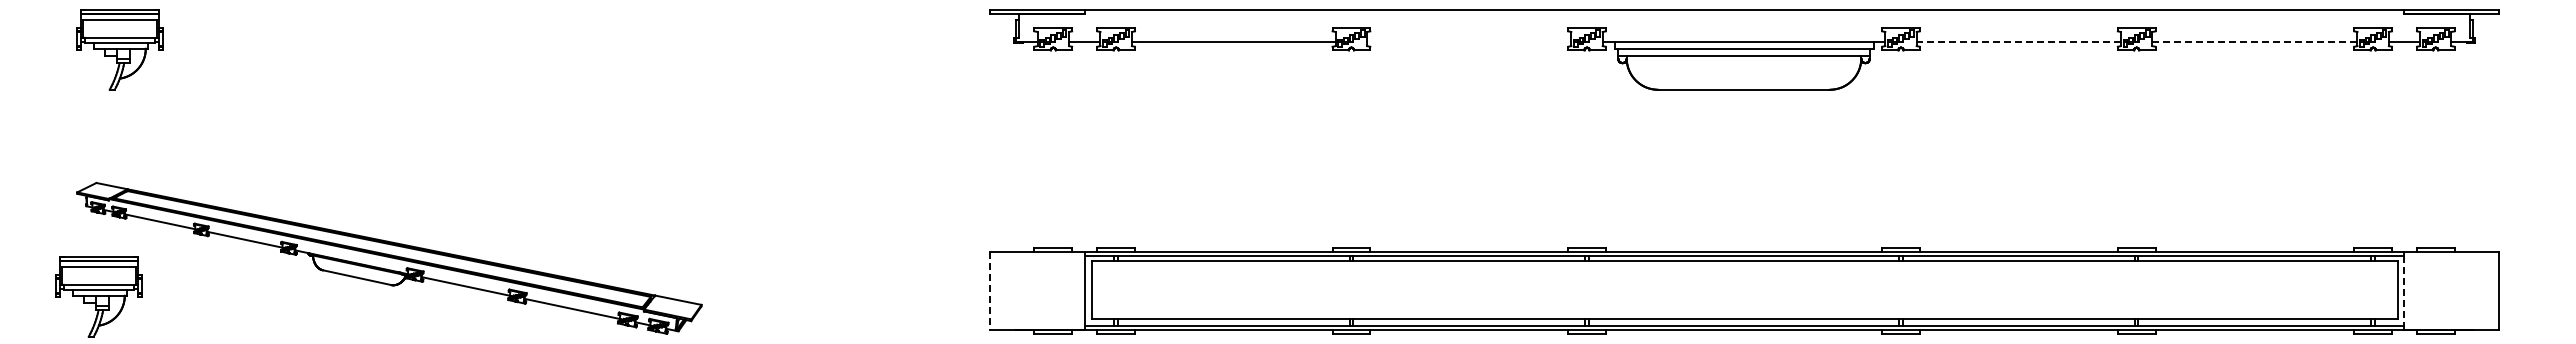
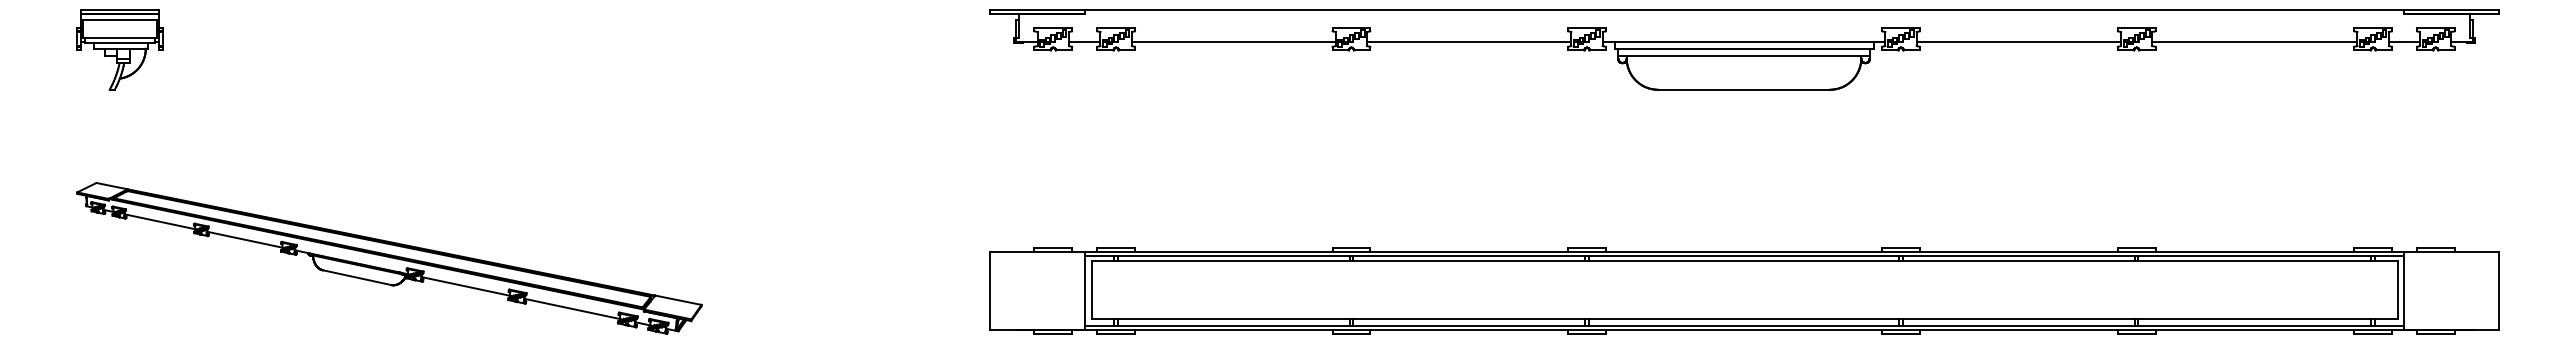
line at (1469, 41): none -> present
line at (2018, 41): dashed -> solid
line at (2254, 41): dashed -> solid
line at (990, 290): dashed -> solid
line at (2403, 291): dashed -> solid
part at (98, 296): present -> none
